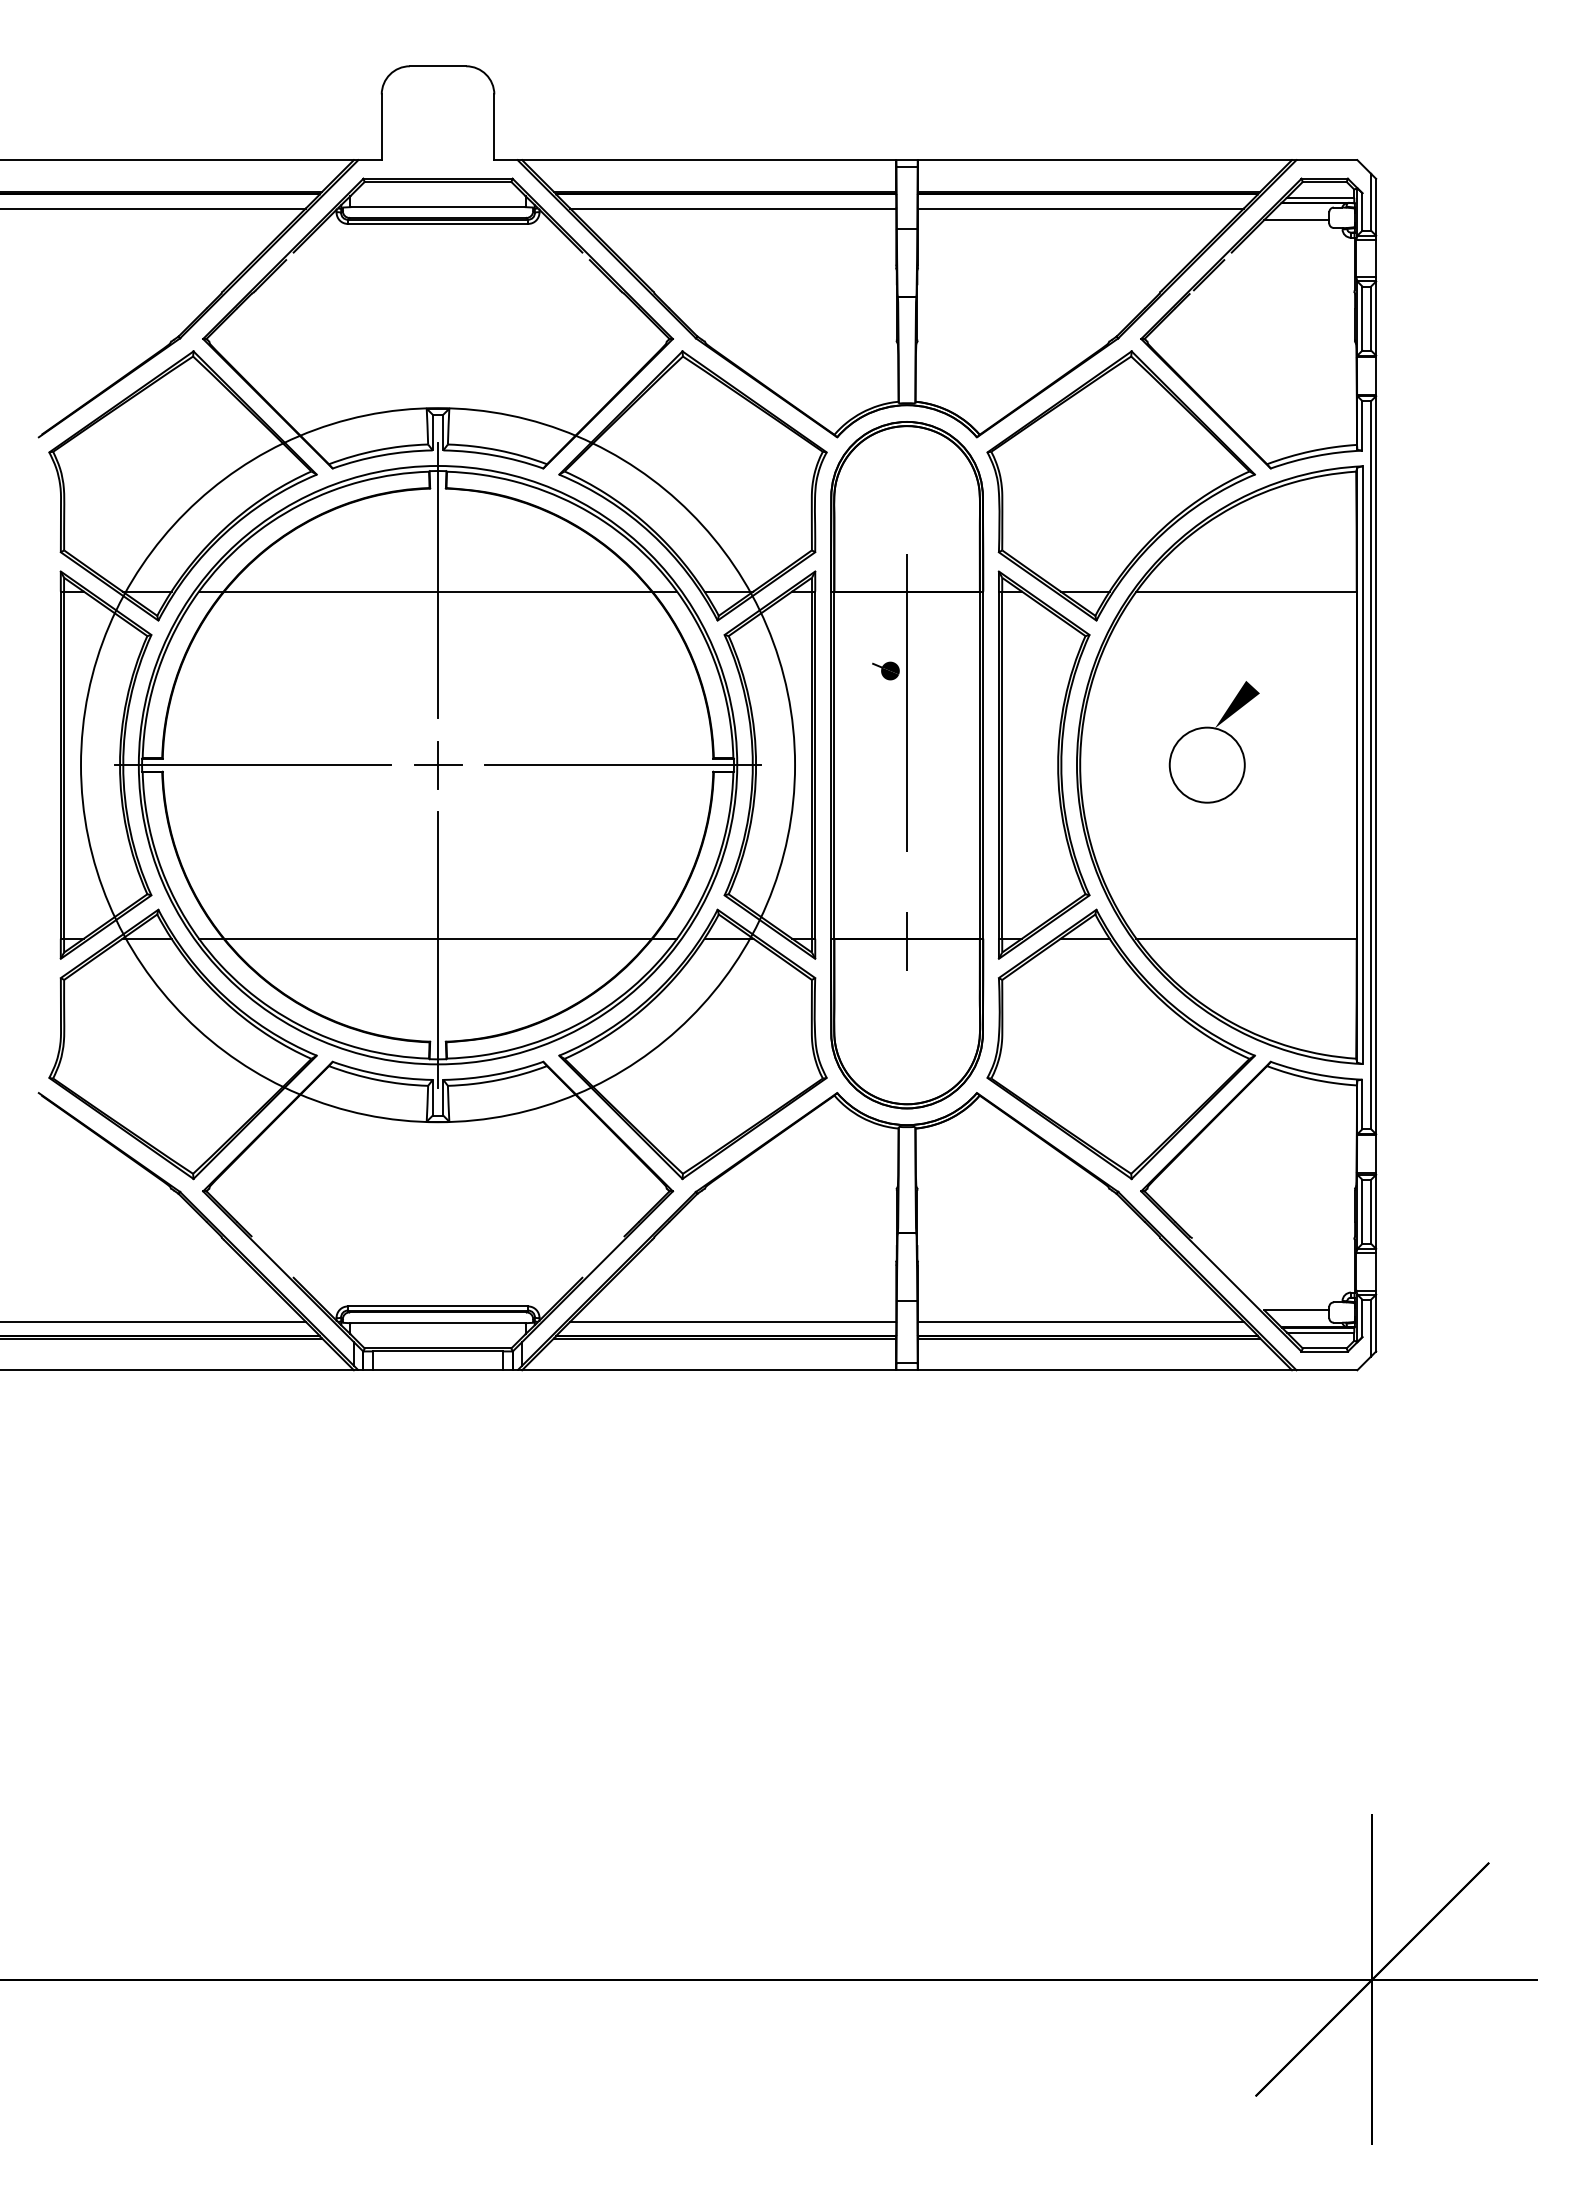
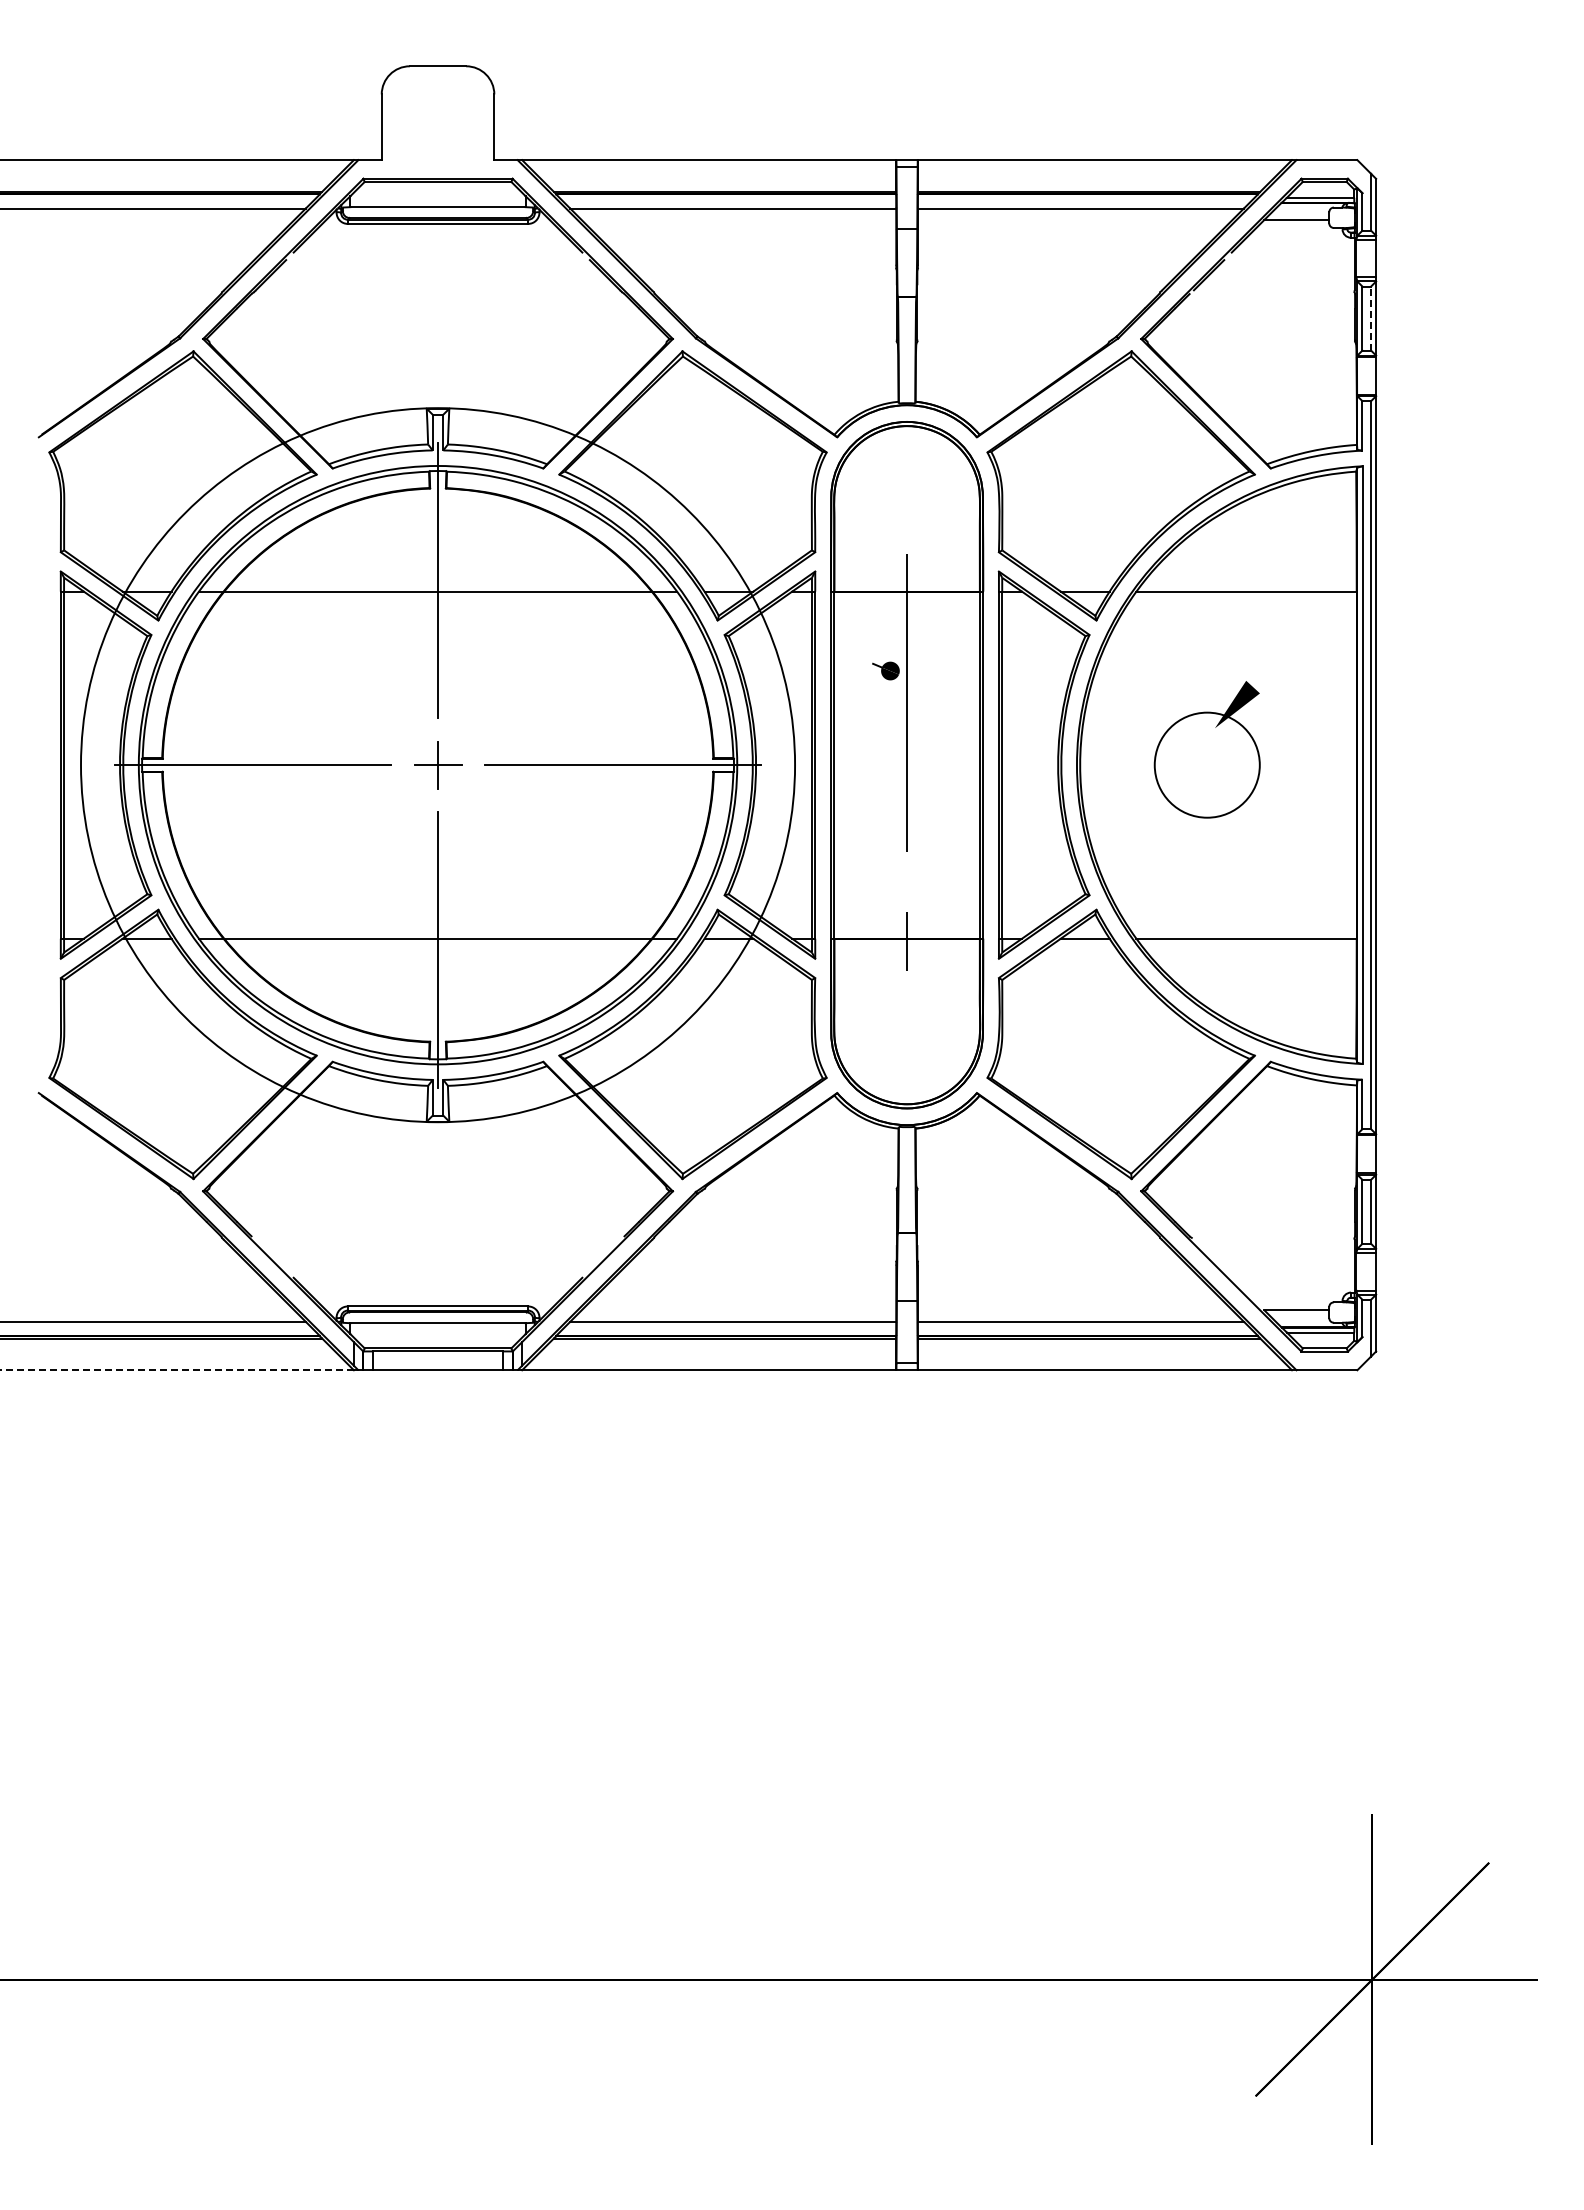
line at (1371, 318): solid -> dashed
circle at (1206, 764) diameter: 75 px -> 105 px
line at (176, 1370): solid -> dashed
